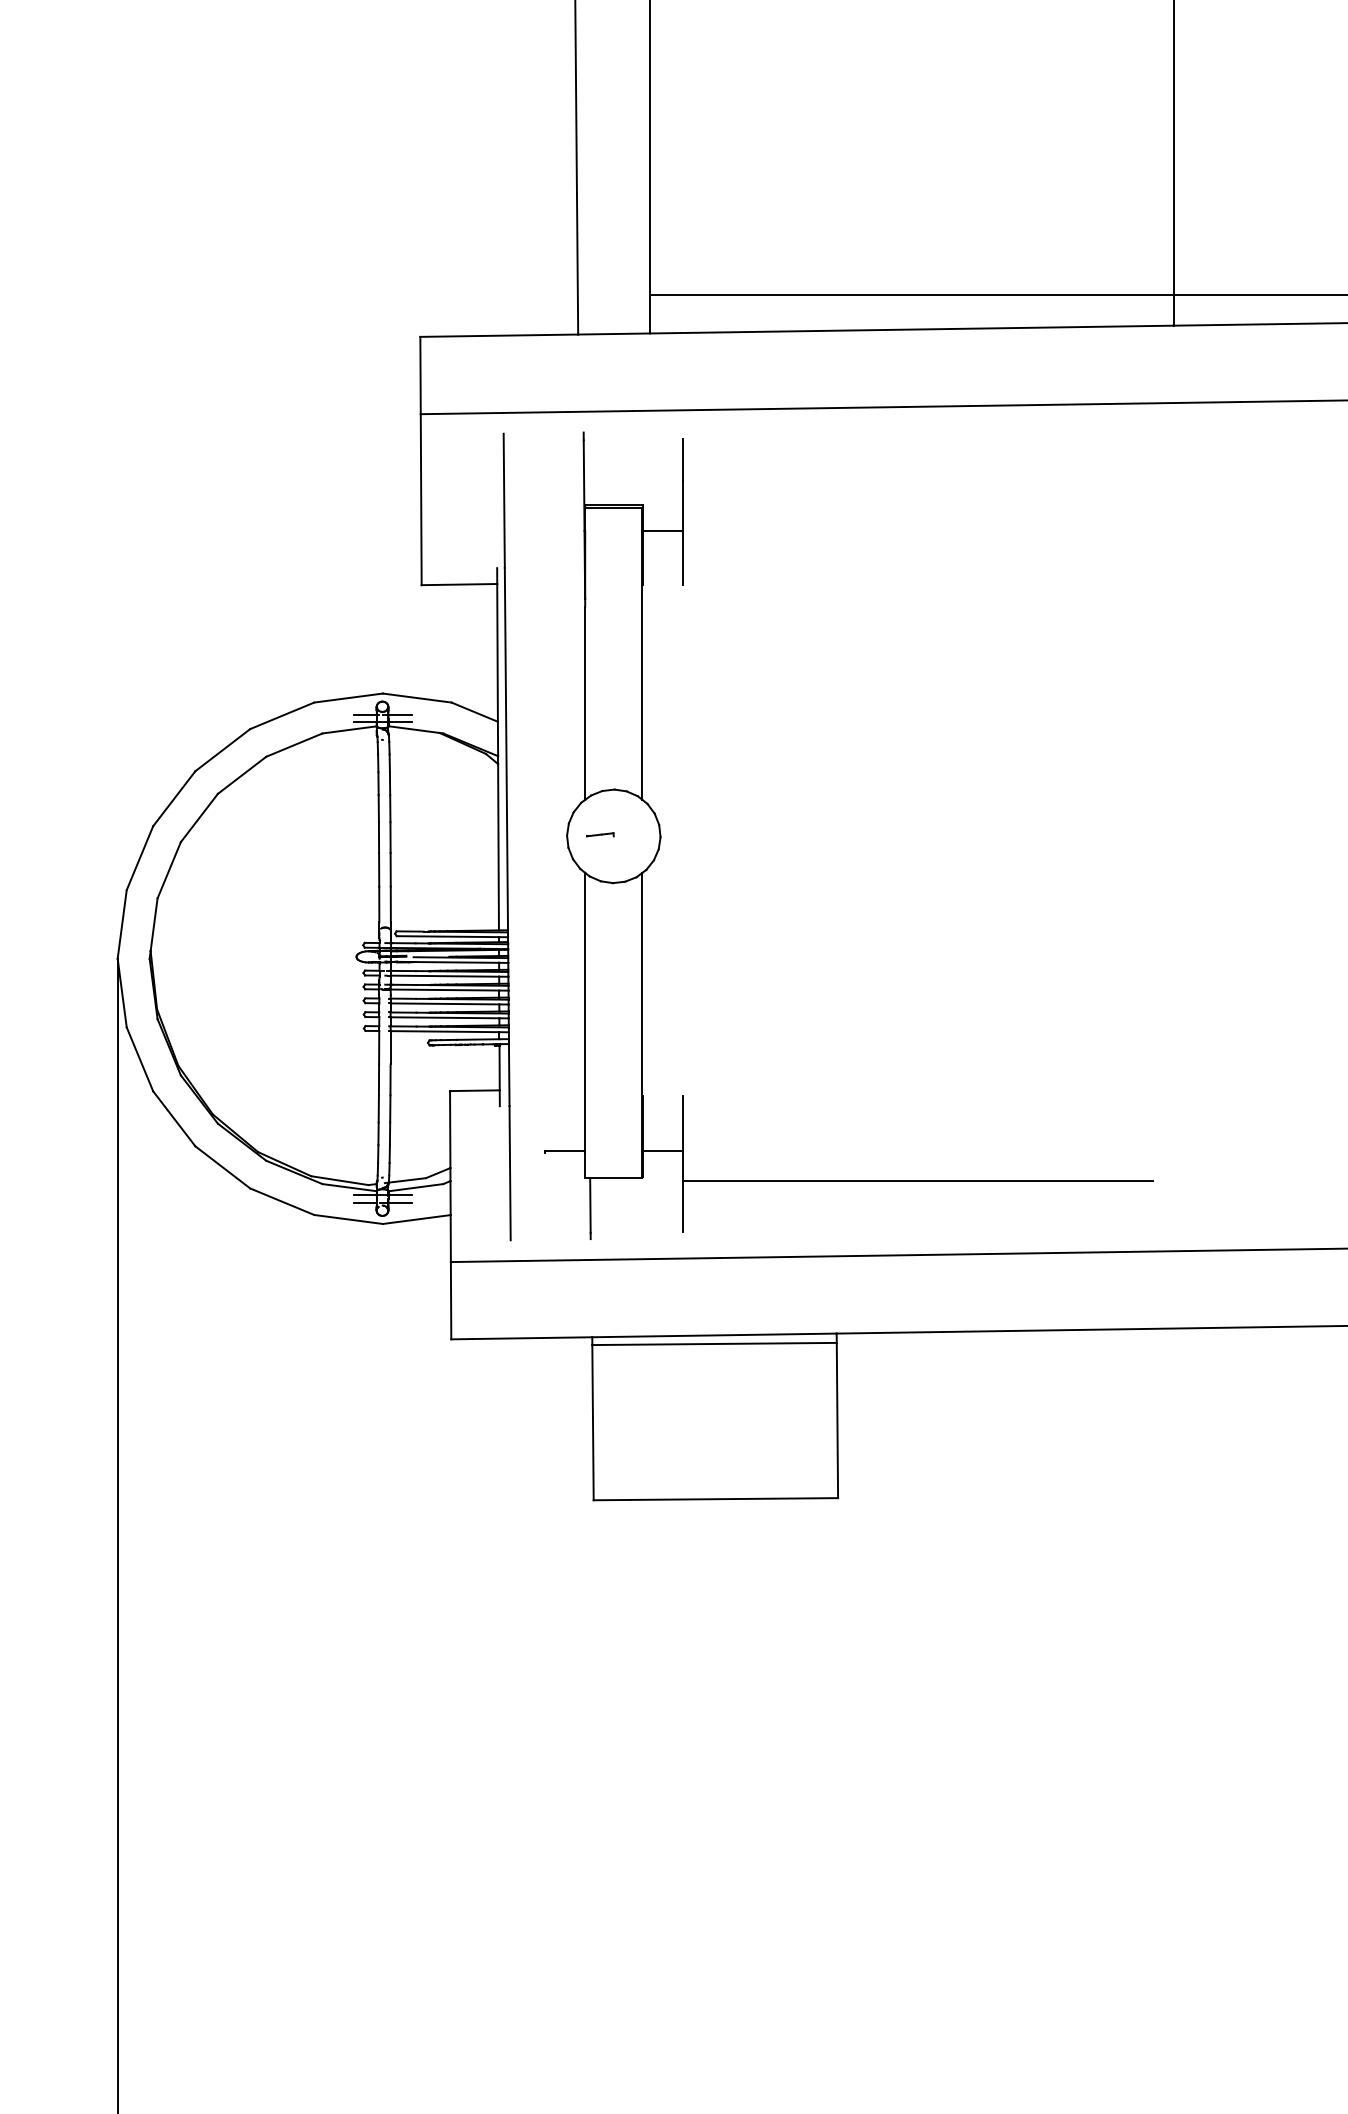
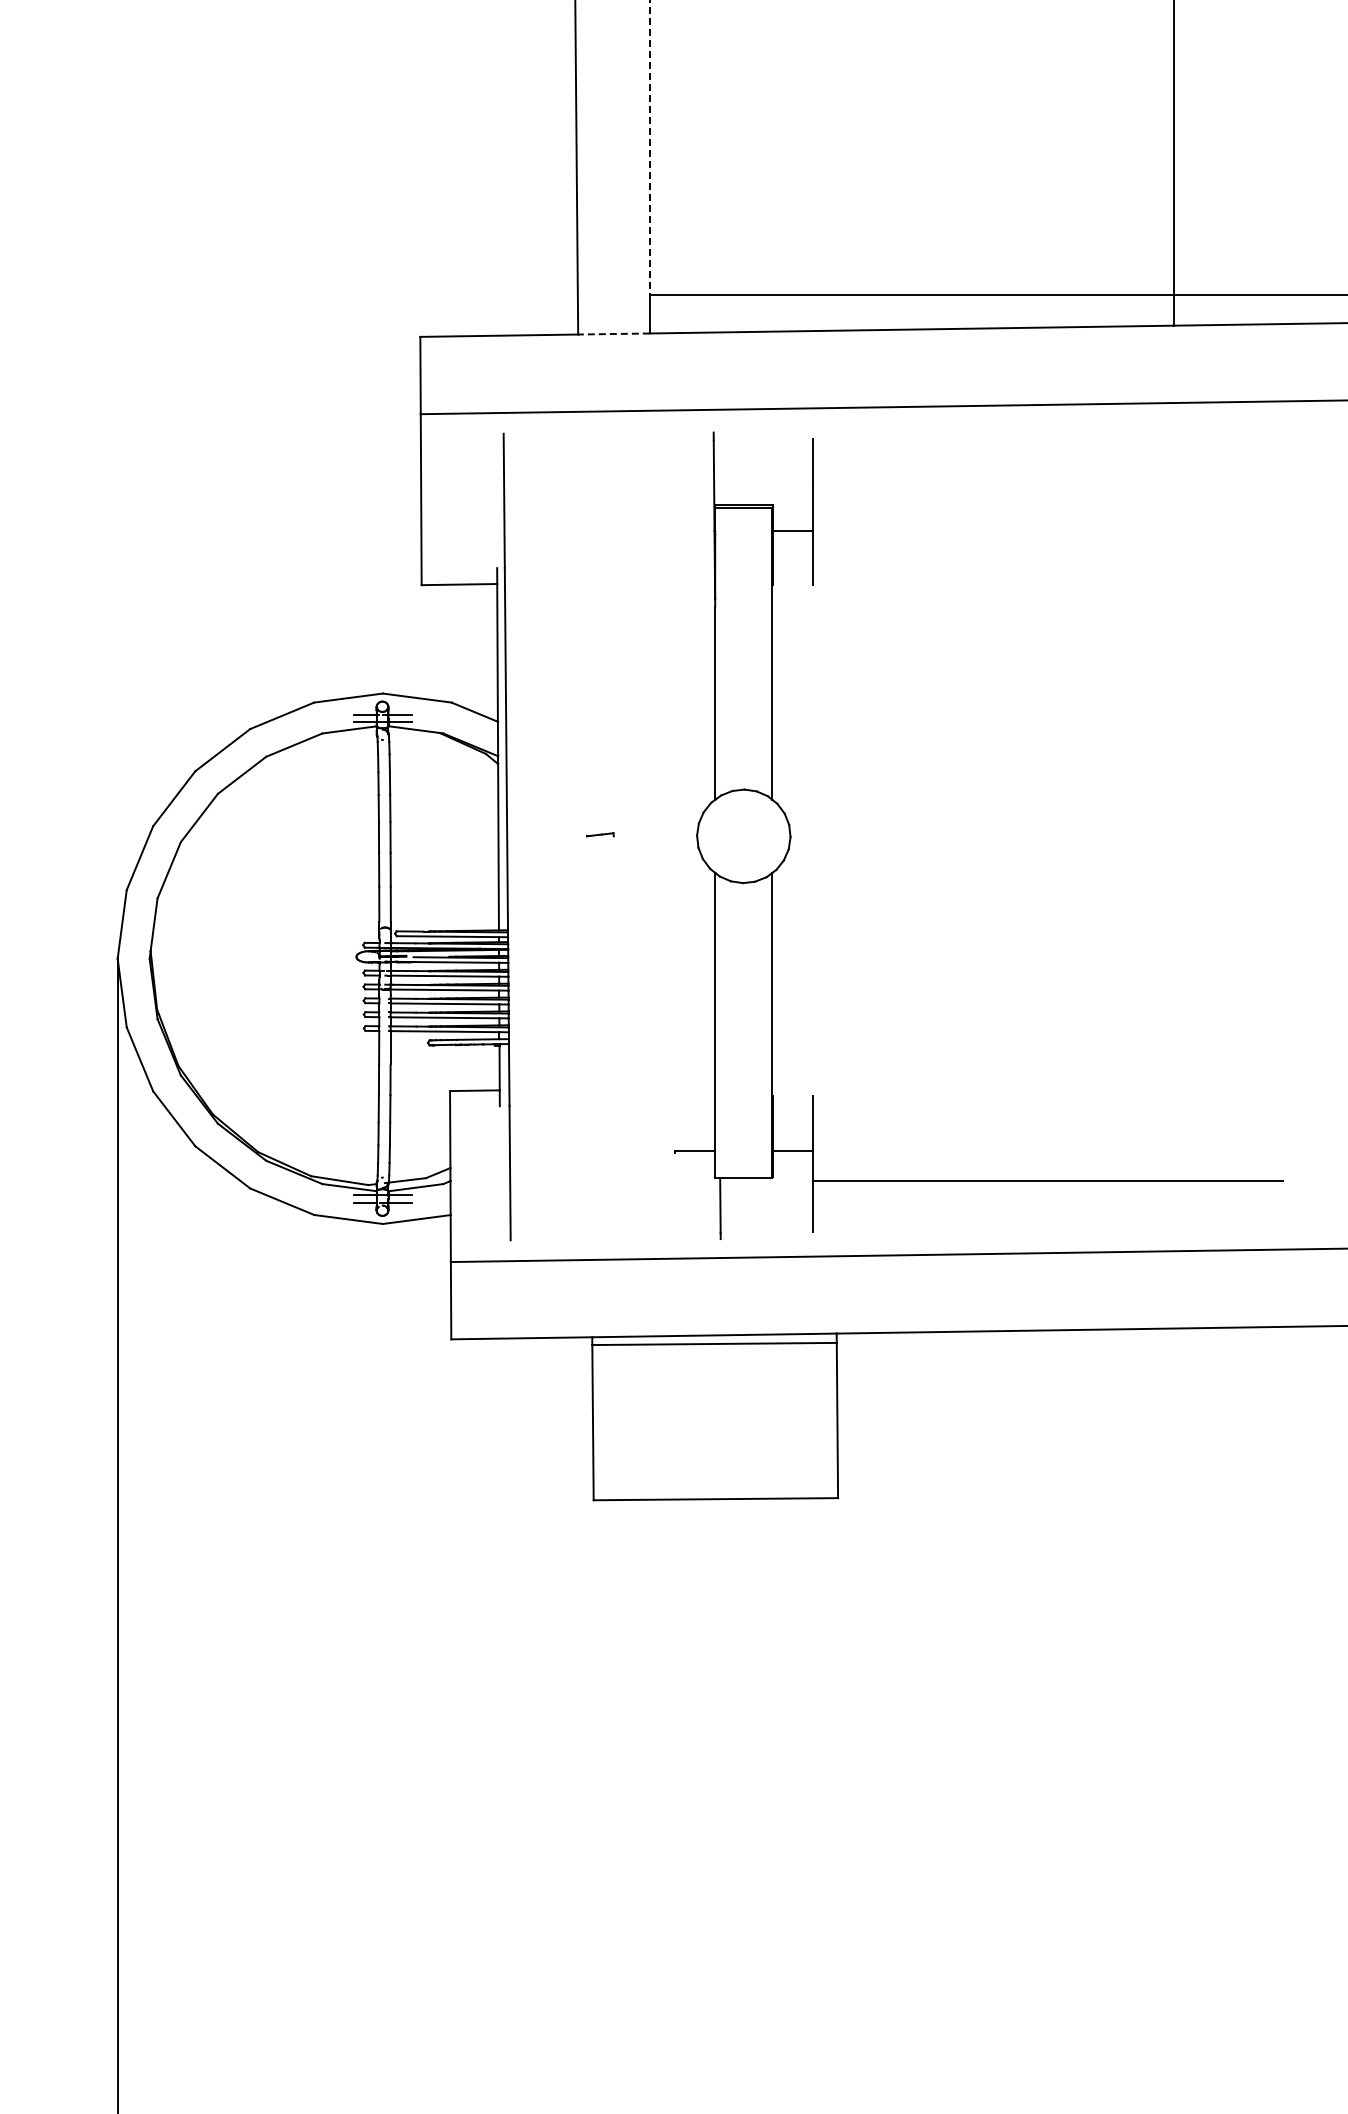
line at (649, 147): solid -> dashed
line at (614, 334): solid -> dashed
part at (661, 835) position: (661, 835) -> (791, 835)
